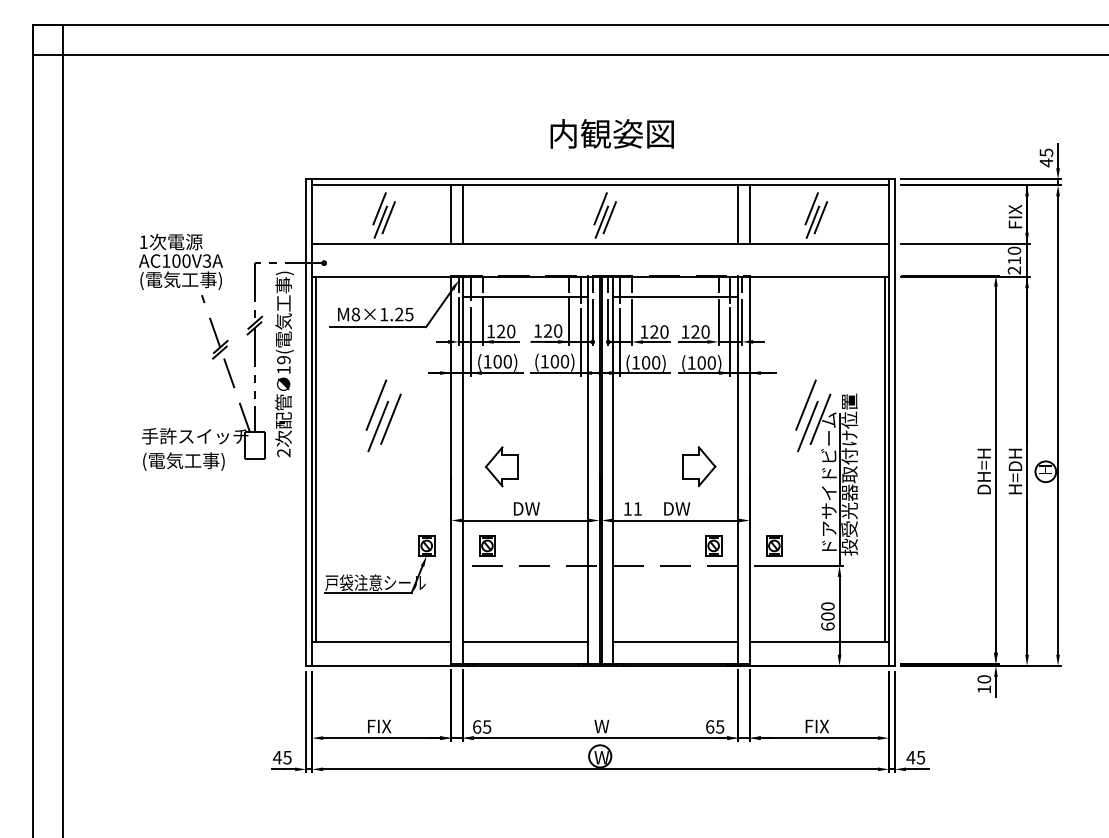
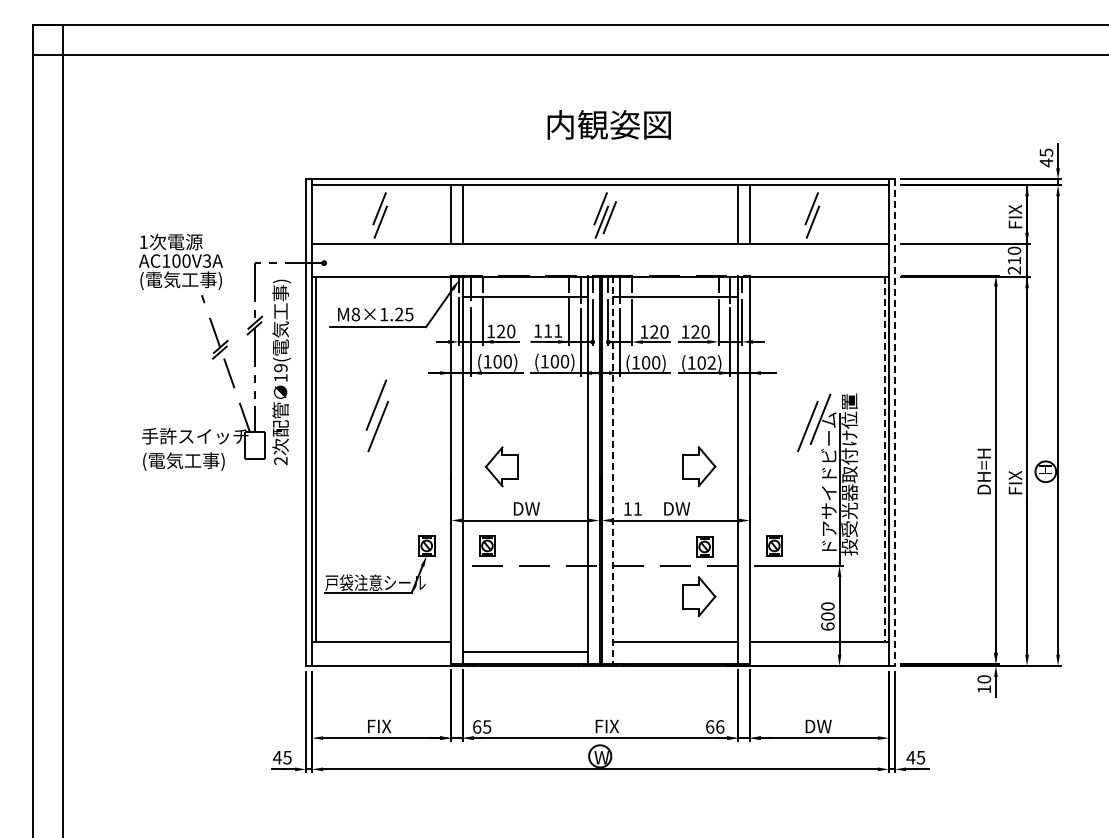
text at (611, 133) position: (611, 133) -> (608, 124)
line at (388, 217): present -> none
line at (820, 217): present -> none
text at (553, 330): 120 -> 111
text at (711, 362): (100) -> (102)
text at (284, 364) position: (284, 364) -> (281, 372)
line at (805, 404): present -> none
line at (390, 418): present -> none
line at (894, 423): solid -> dashed
line at (884, 459): solid -> dashed
line at (613, 470): solid -> dashed
text at (1015, 470): H=DH -> FIX
part at (713, 545) position: (713, 545) -> (704, 546)
part at (699, 596): none -> present
line at (524, 642) position: (524, 642) -> (524, 652)
text at (606, 726): W -> FIX
text at (720, 726): 65 -> 66
text at (819, 726): FIX -> DW
